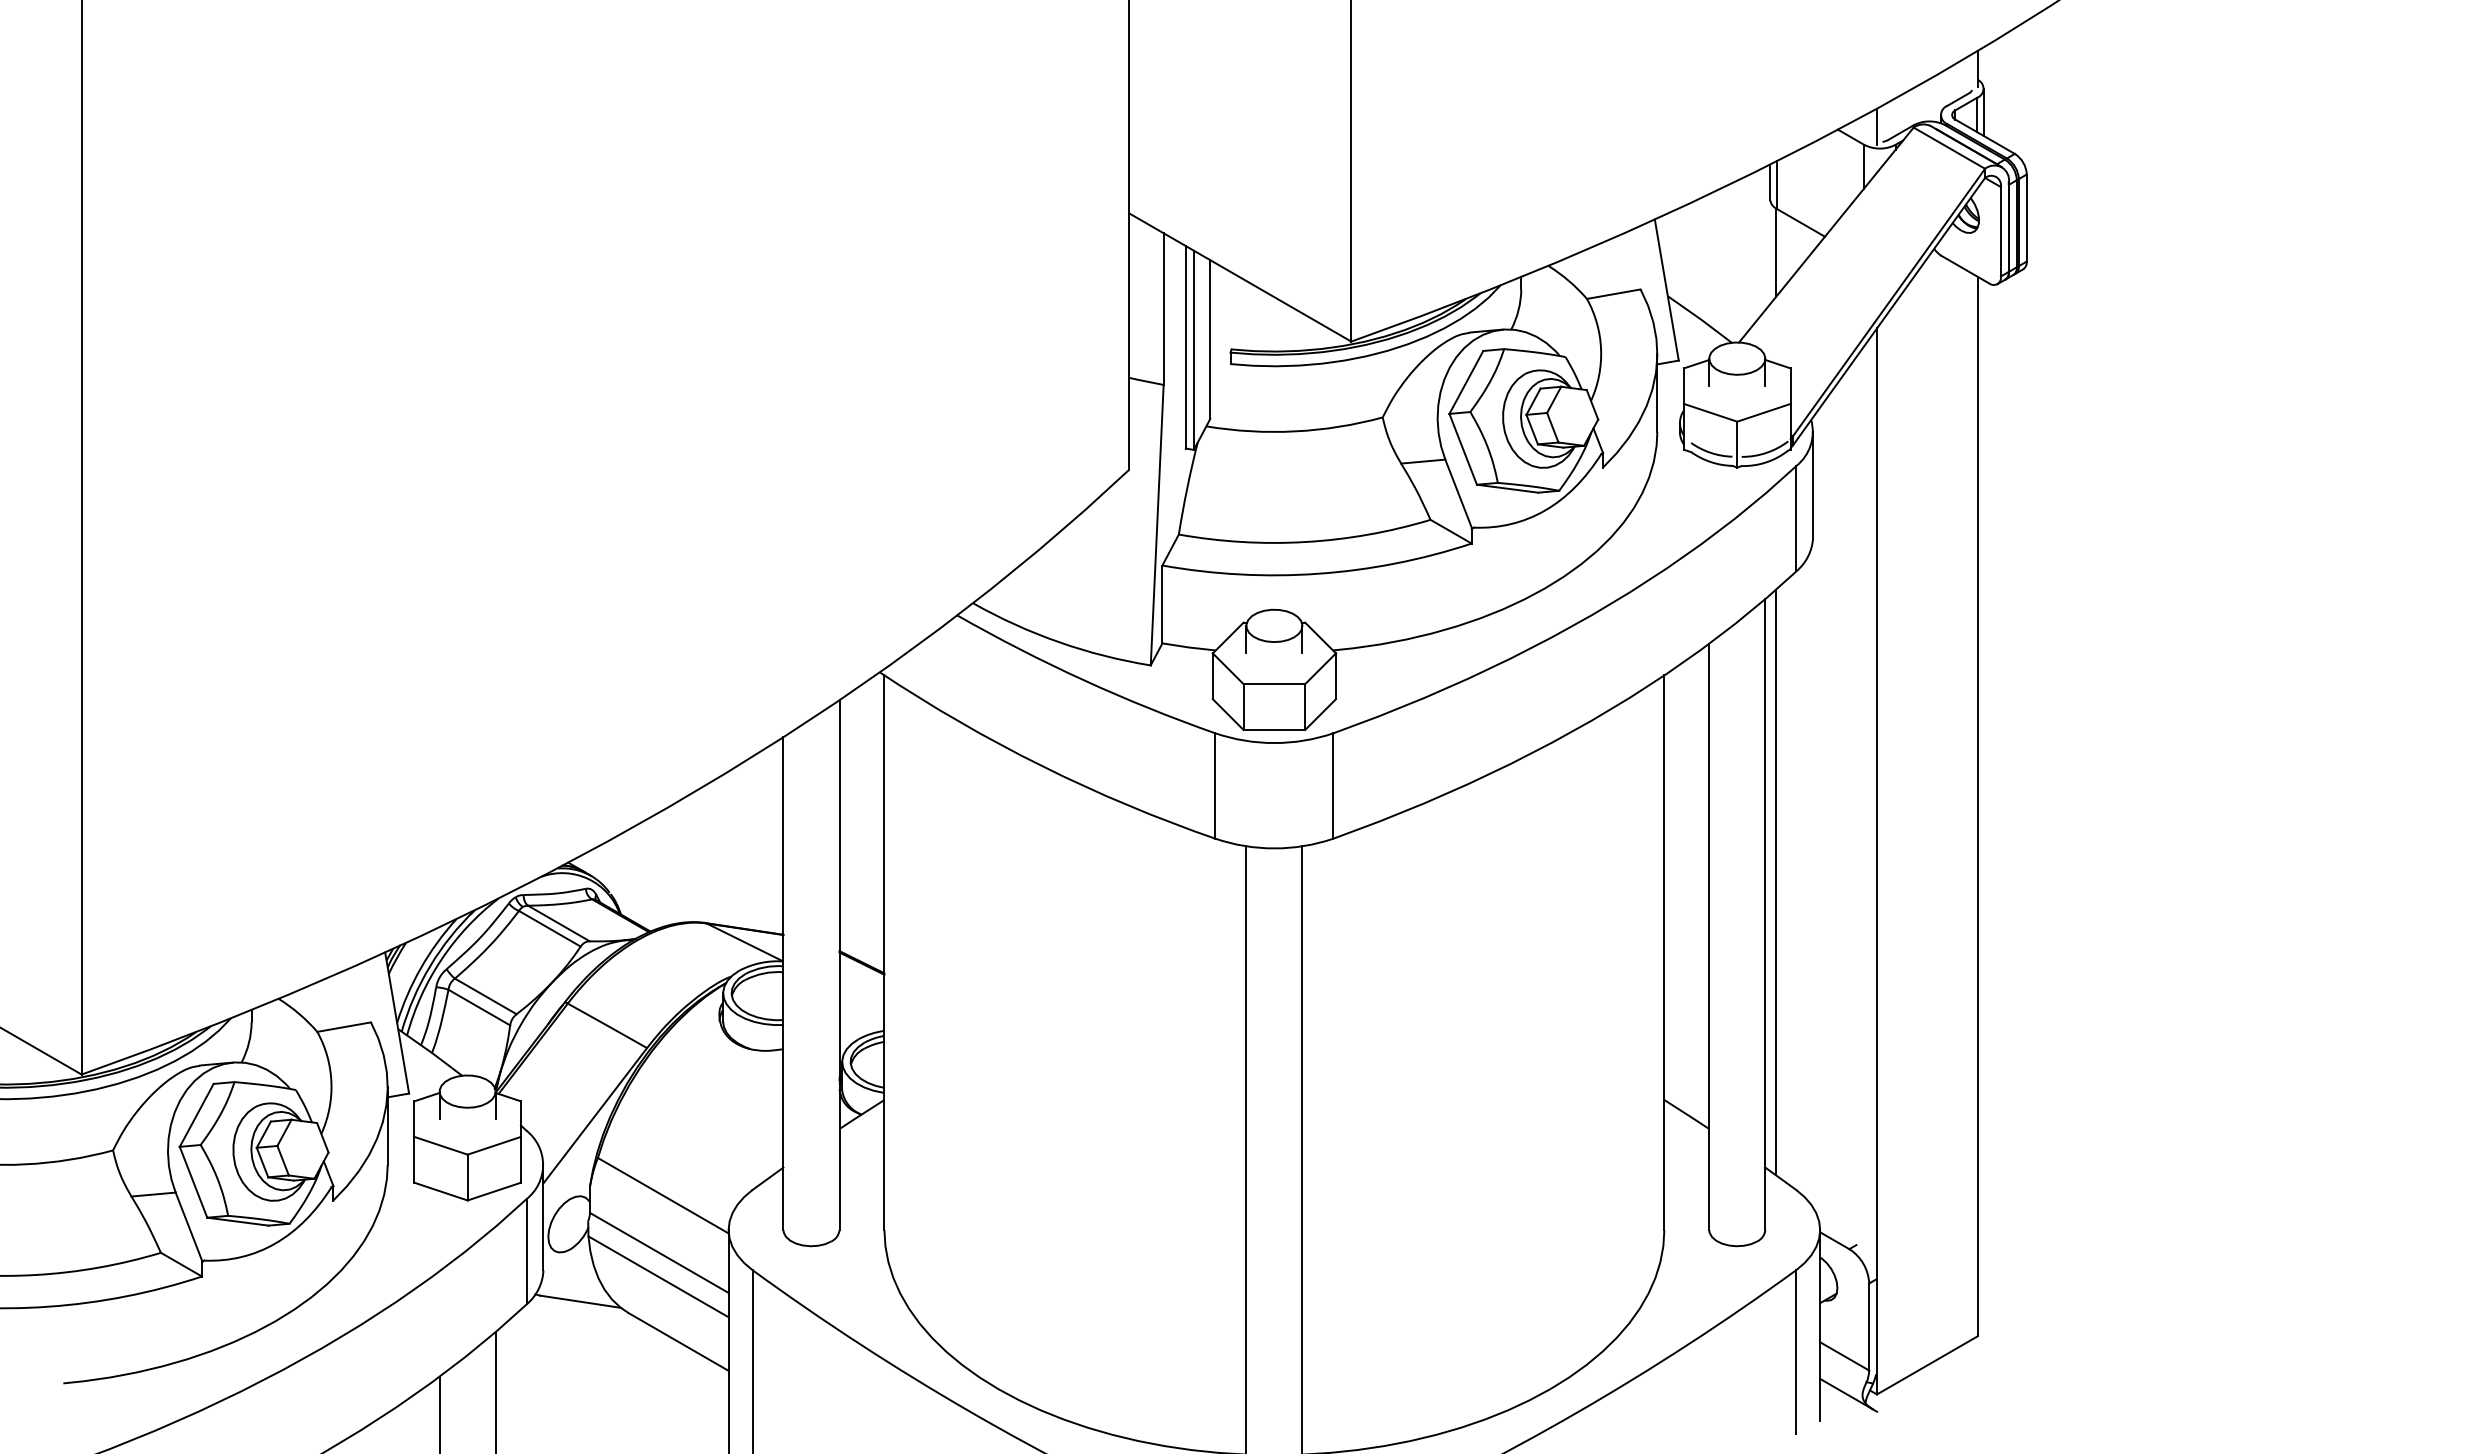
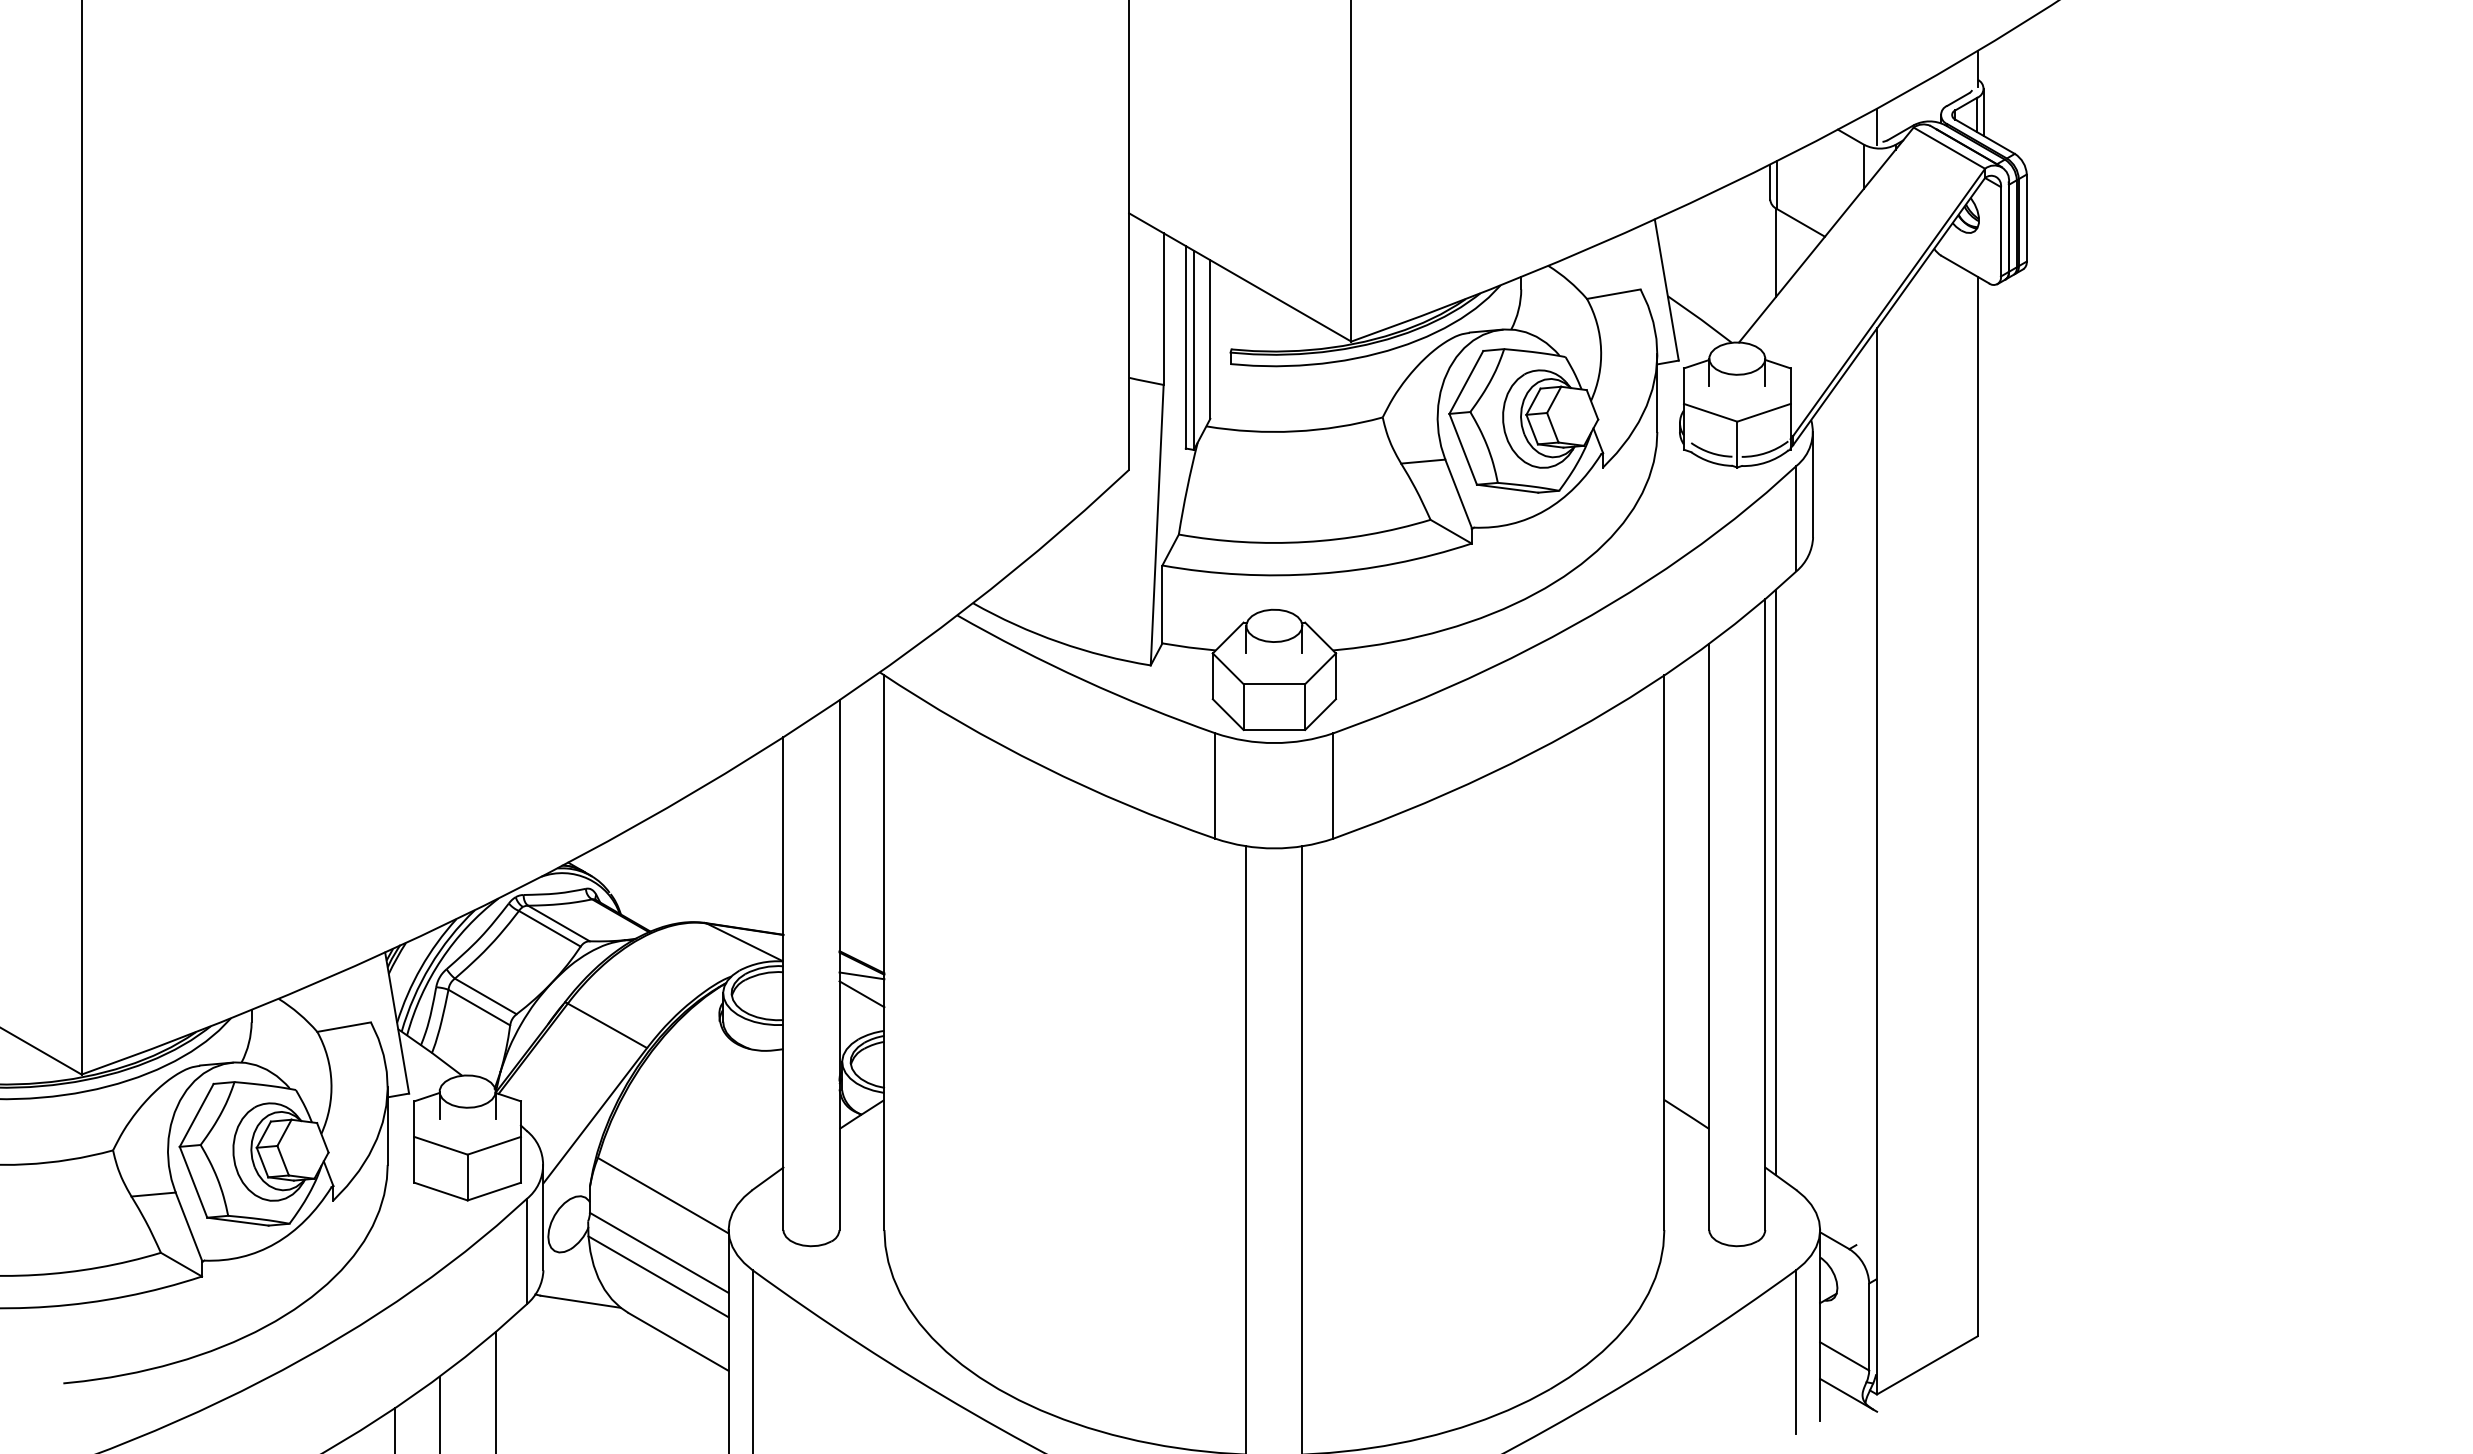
line at (861, 975): none -> present
line at (861, 994): none -> present
line at (394, 1429): none -> present
